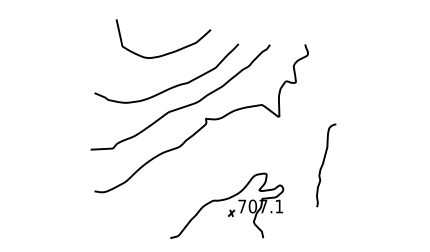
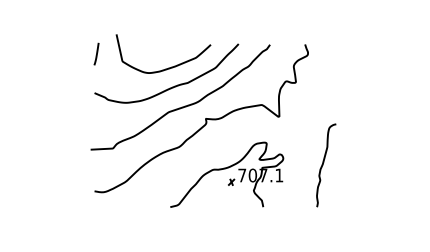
curve at (168, 52) position: (168, 52) -> (168, 67)
line at (96, 53): none -> present
part at (227, 205) position: (227, 205) -> (227, 174)
